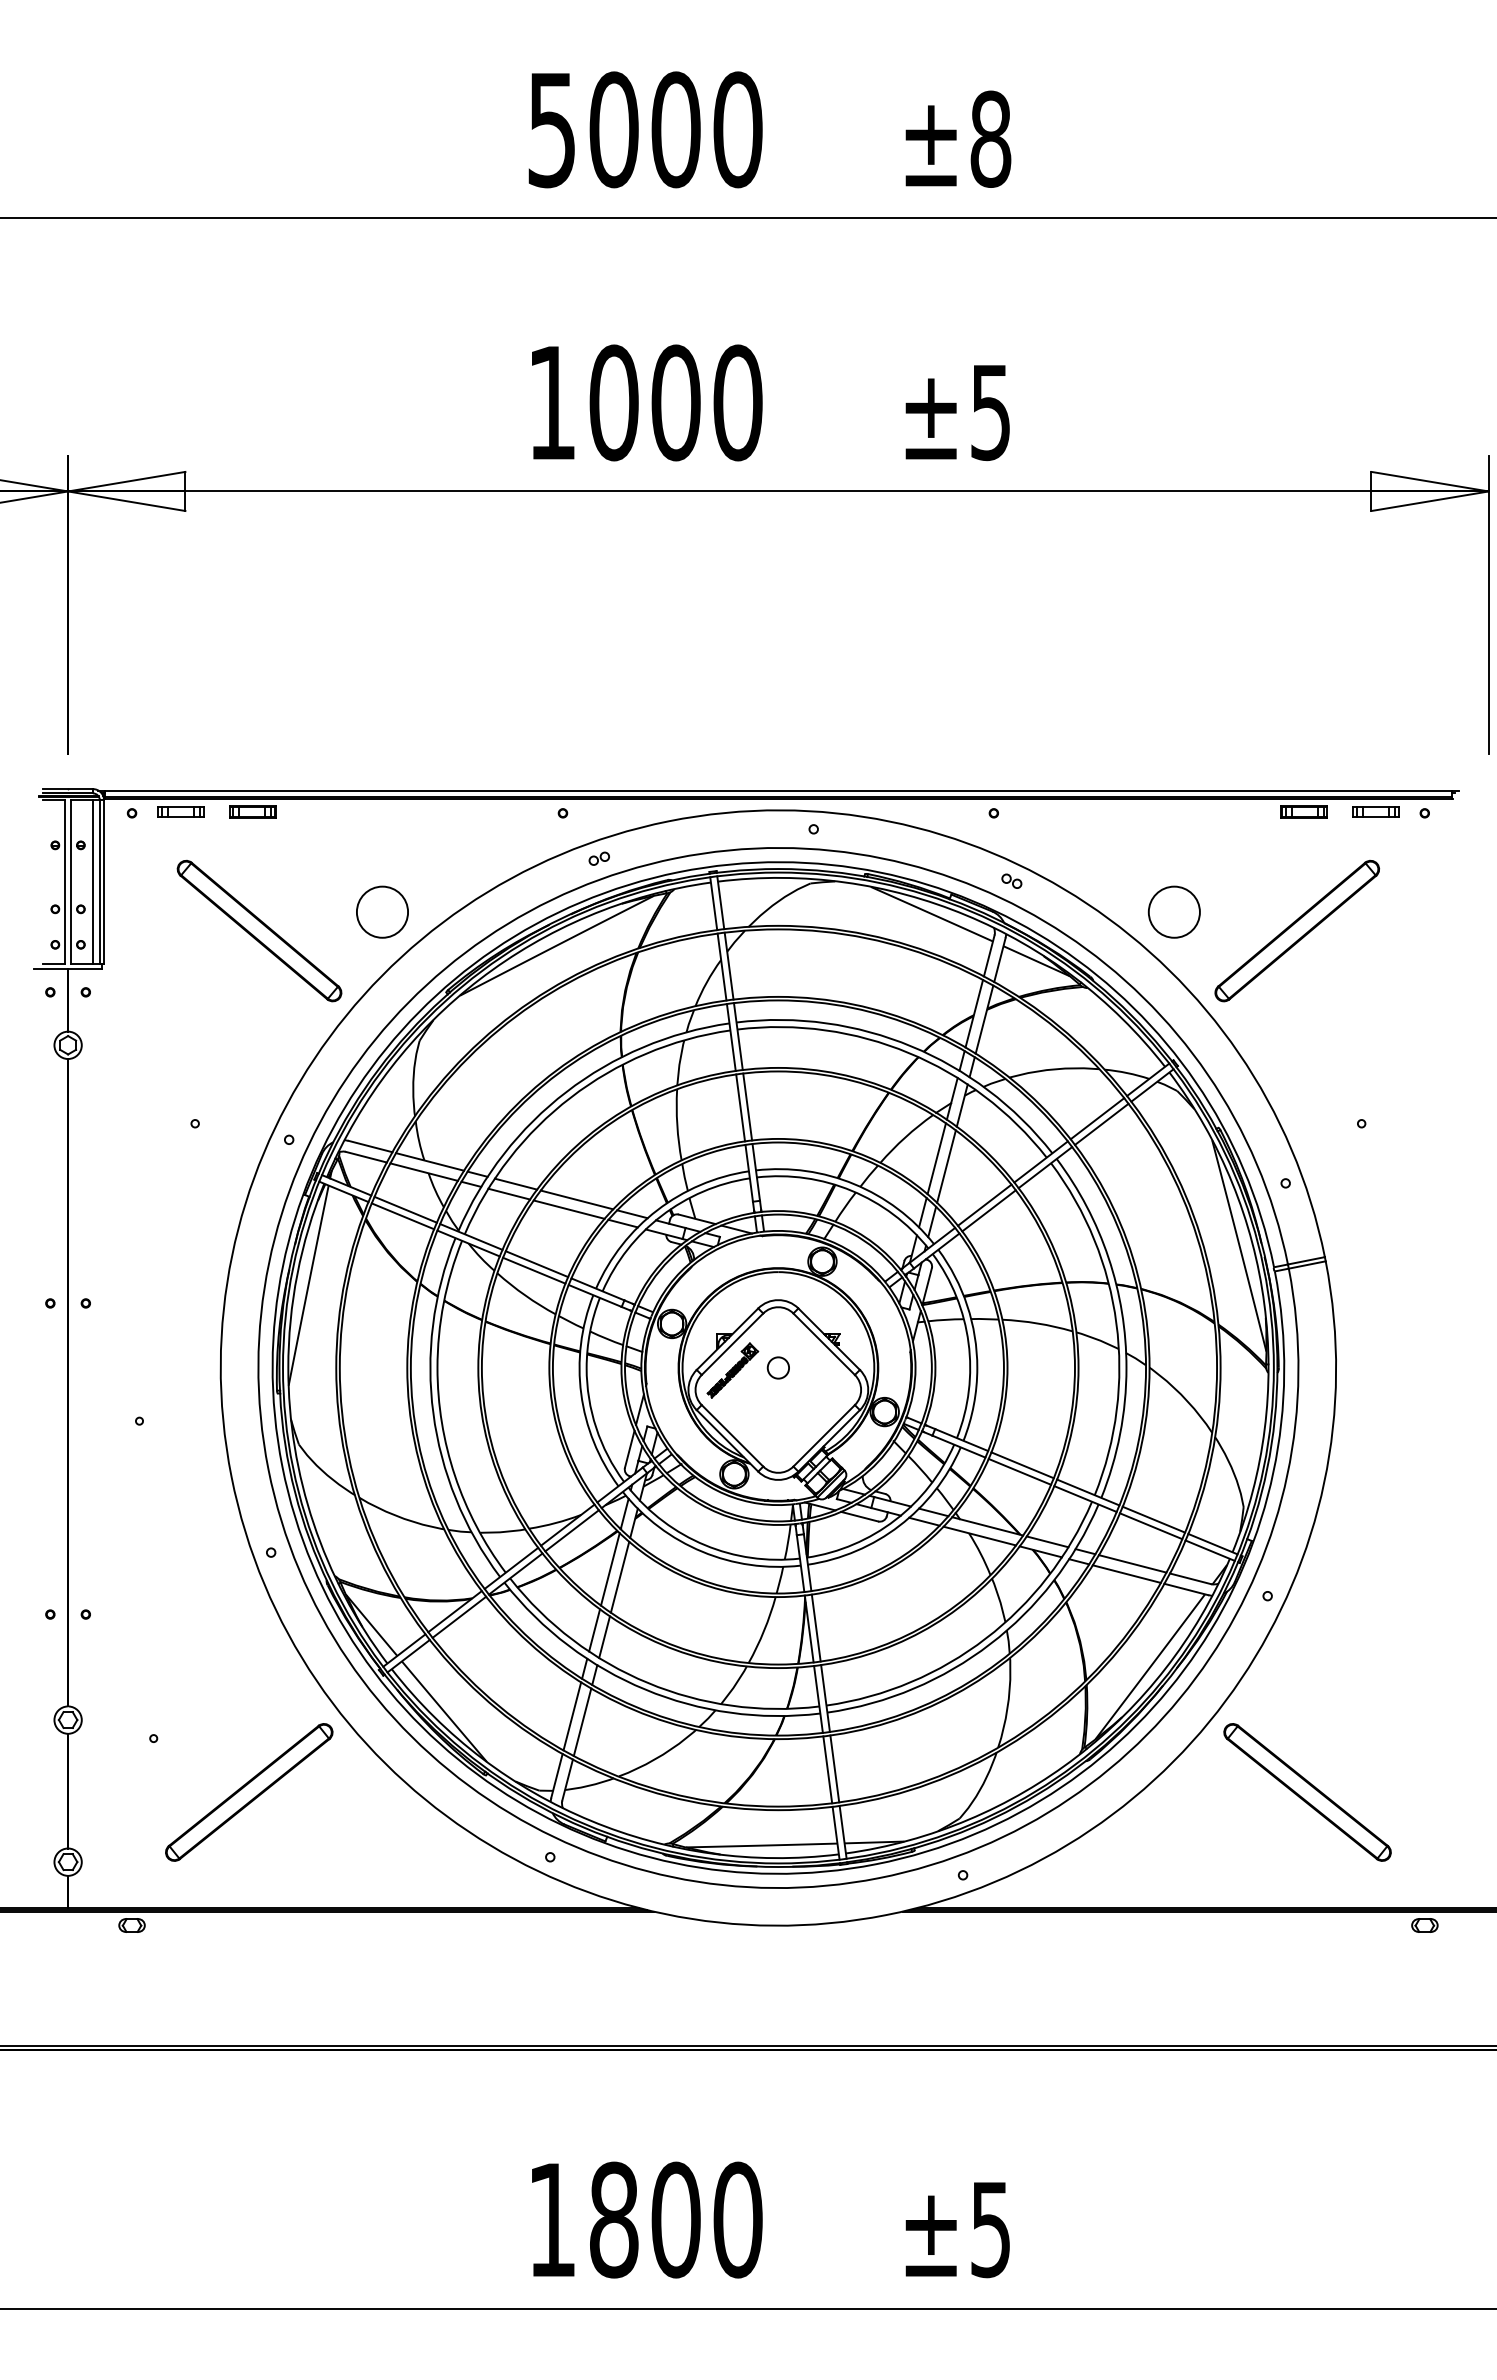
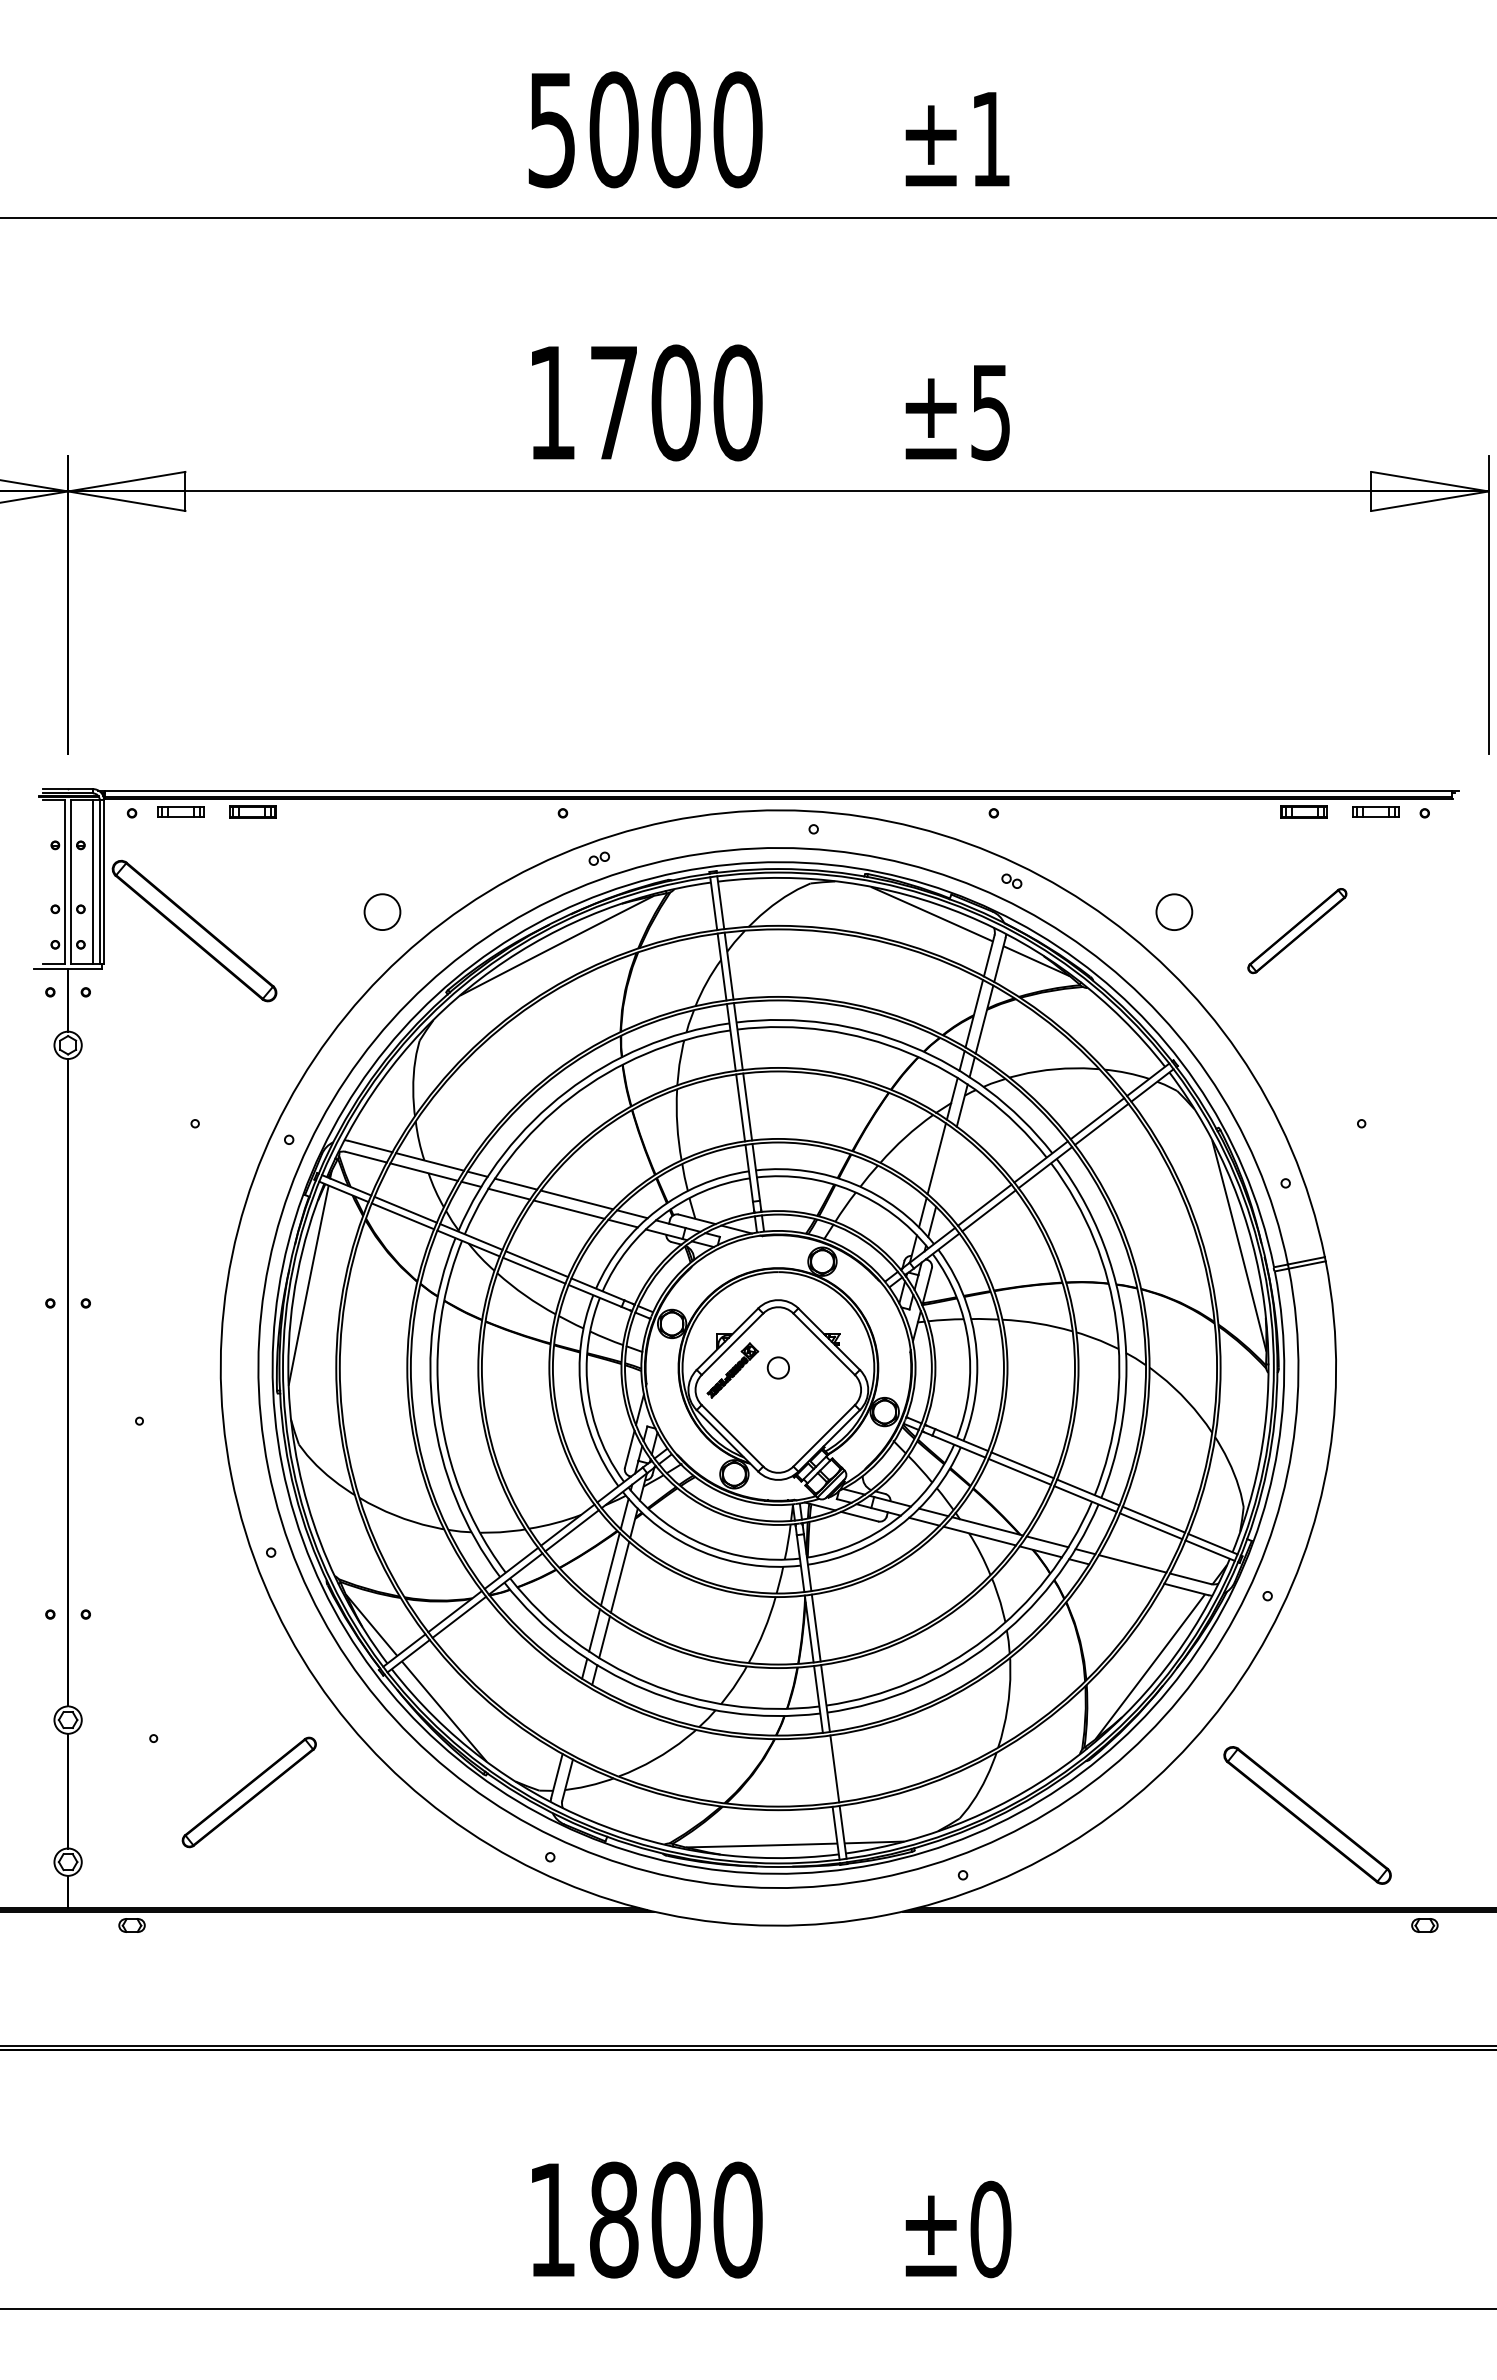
text at (990, 138): ±8 -> ±1
text at (613, 402): 1000 -> 1700
circle at (382, 911) size: 53x54 px -> 39x38 px
circle at (1173, 911) diameter: 51 px -> 36 px
part at (259, 930) position: (259, 930) -> (194, 930)
part at (1297, 930) size: 167x144 px -> 101x87 px
line at (946, 1166): present -> none
line at (1126, 1573): present -> none
line at (572, 1716): present -> none
line at (582, 1721): present -> none
line at (827, 1769): present -> none
part at (249, 1792) size: 169x139 px -> 136x113 px
part at (1307, 1792) position: (1307, 1792) -> (1307, 1815)
text at (990, 2229): ±5 -> ±0
